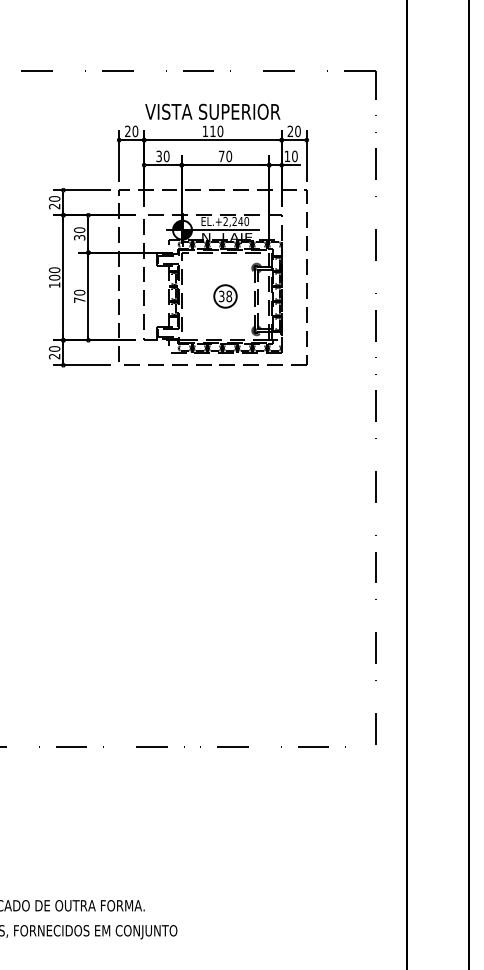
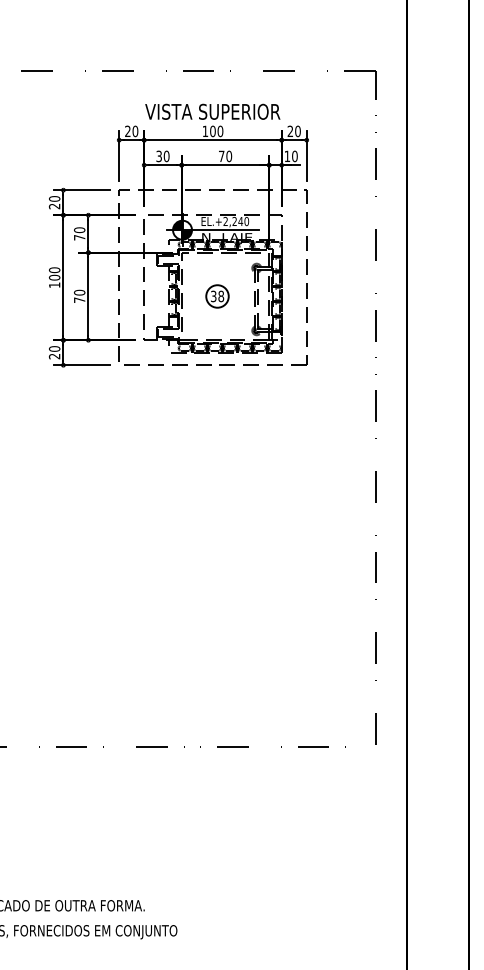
text at (212, 131): 110 -> 100
text at (79, 237): 30 -> 70
part at (225, 296) position: (225, 296) -> (217, 296)
